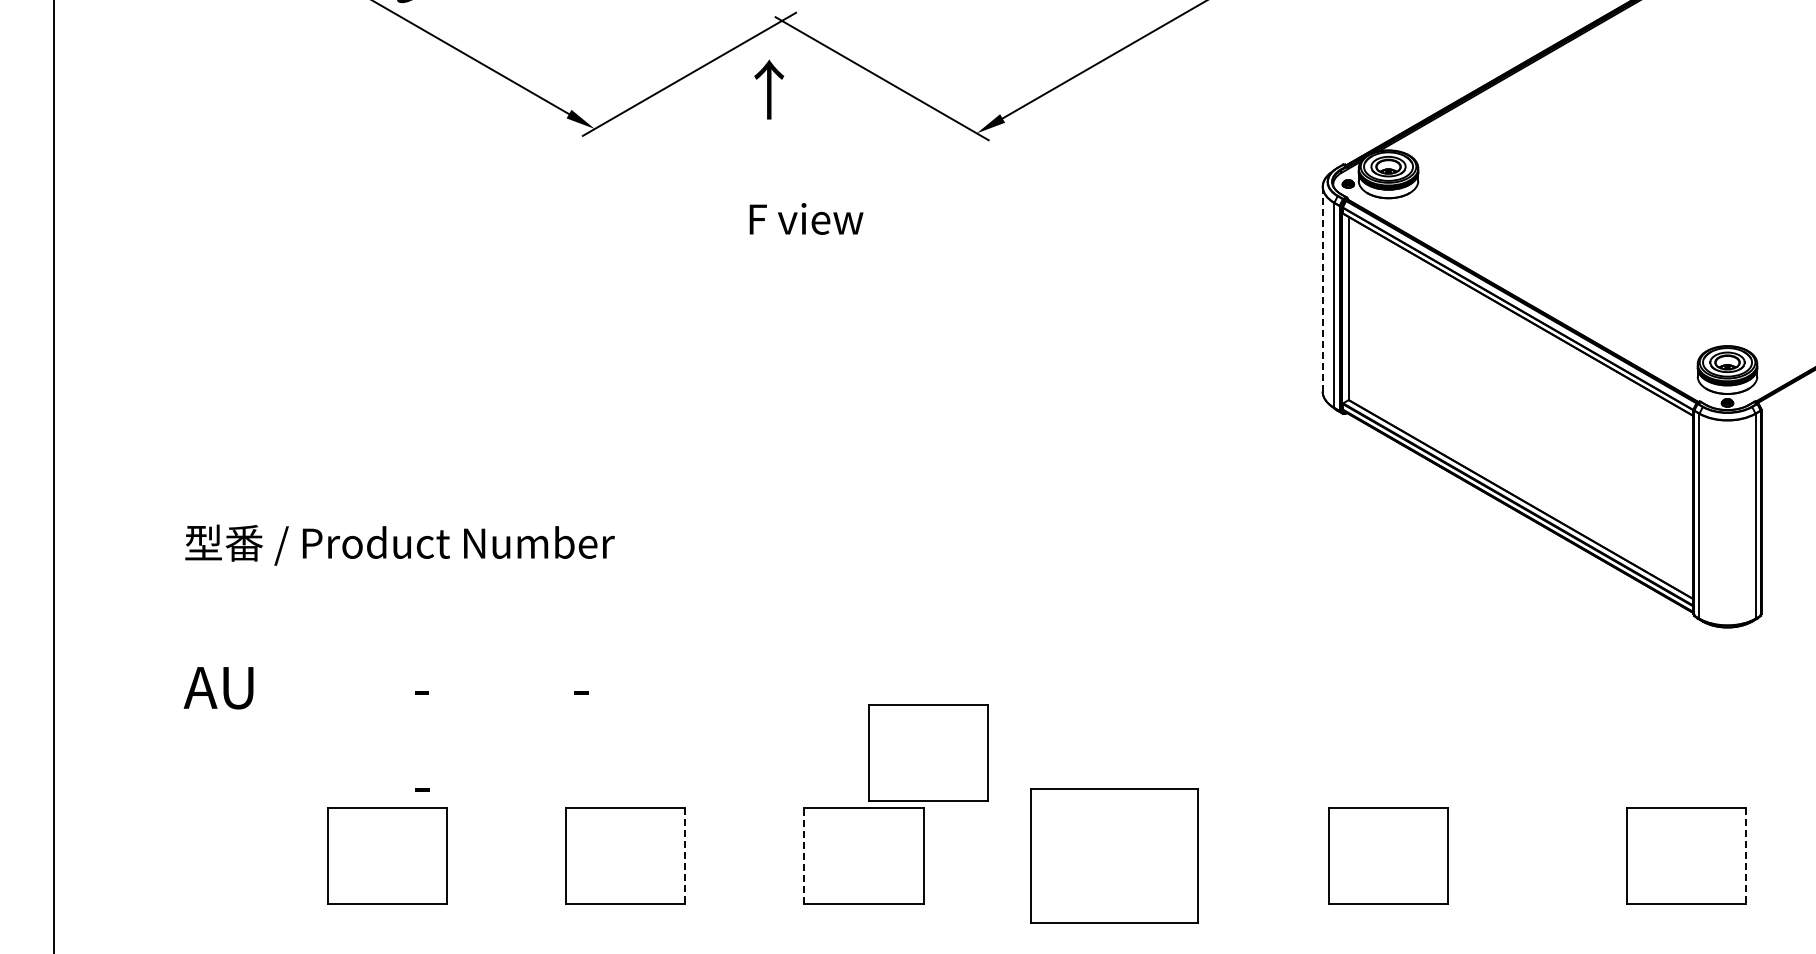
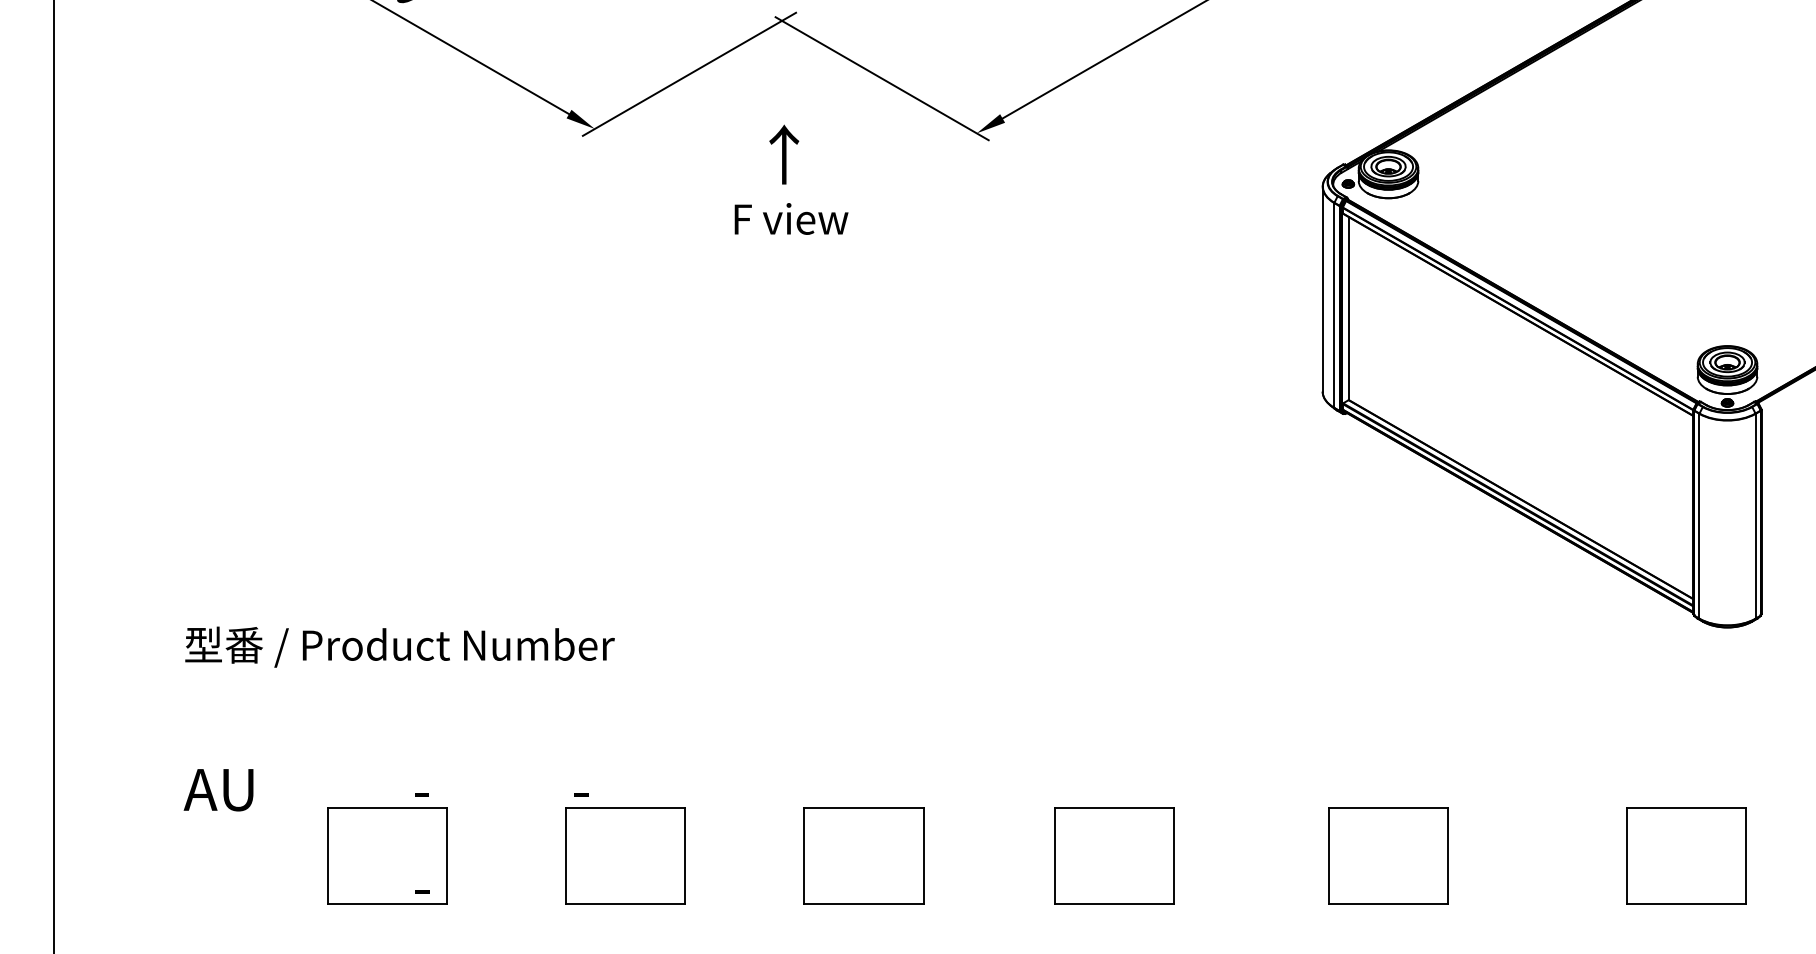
text at (769, 89) position: (769, 89) -> (784, 154)
text at (806, 218) position: (806, 218) -> (791, 218)
line at (1322, 289): dashed -> solid
text at (398, 657) position: (398, 657) -> (398, 759)
part at (928, 752): present -> none
line at (685, 855): dashed -> solid
line at (804, 855): dashed -> solid
part at (1114, 855) size: 169x136 px -> 121x98 px
line at (1745, 855): dashed -> solid
